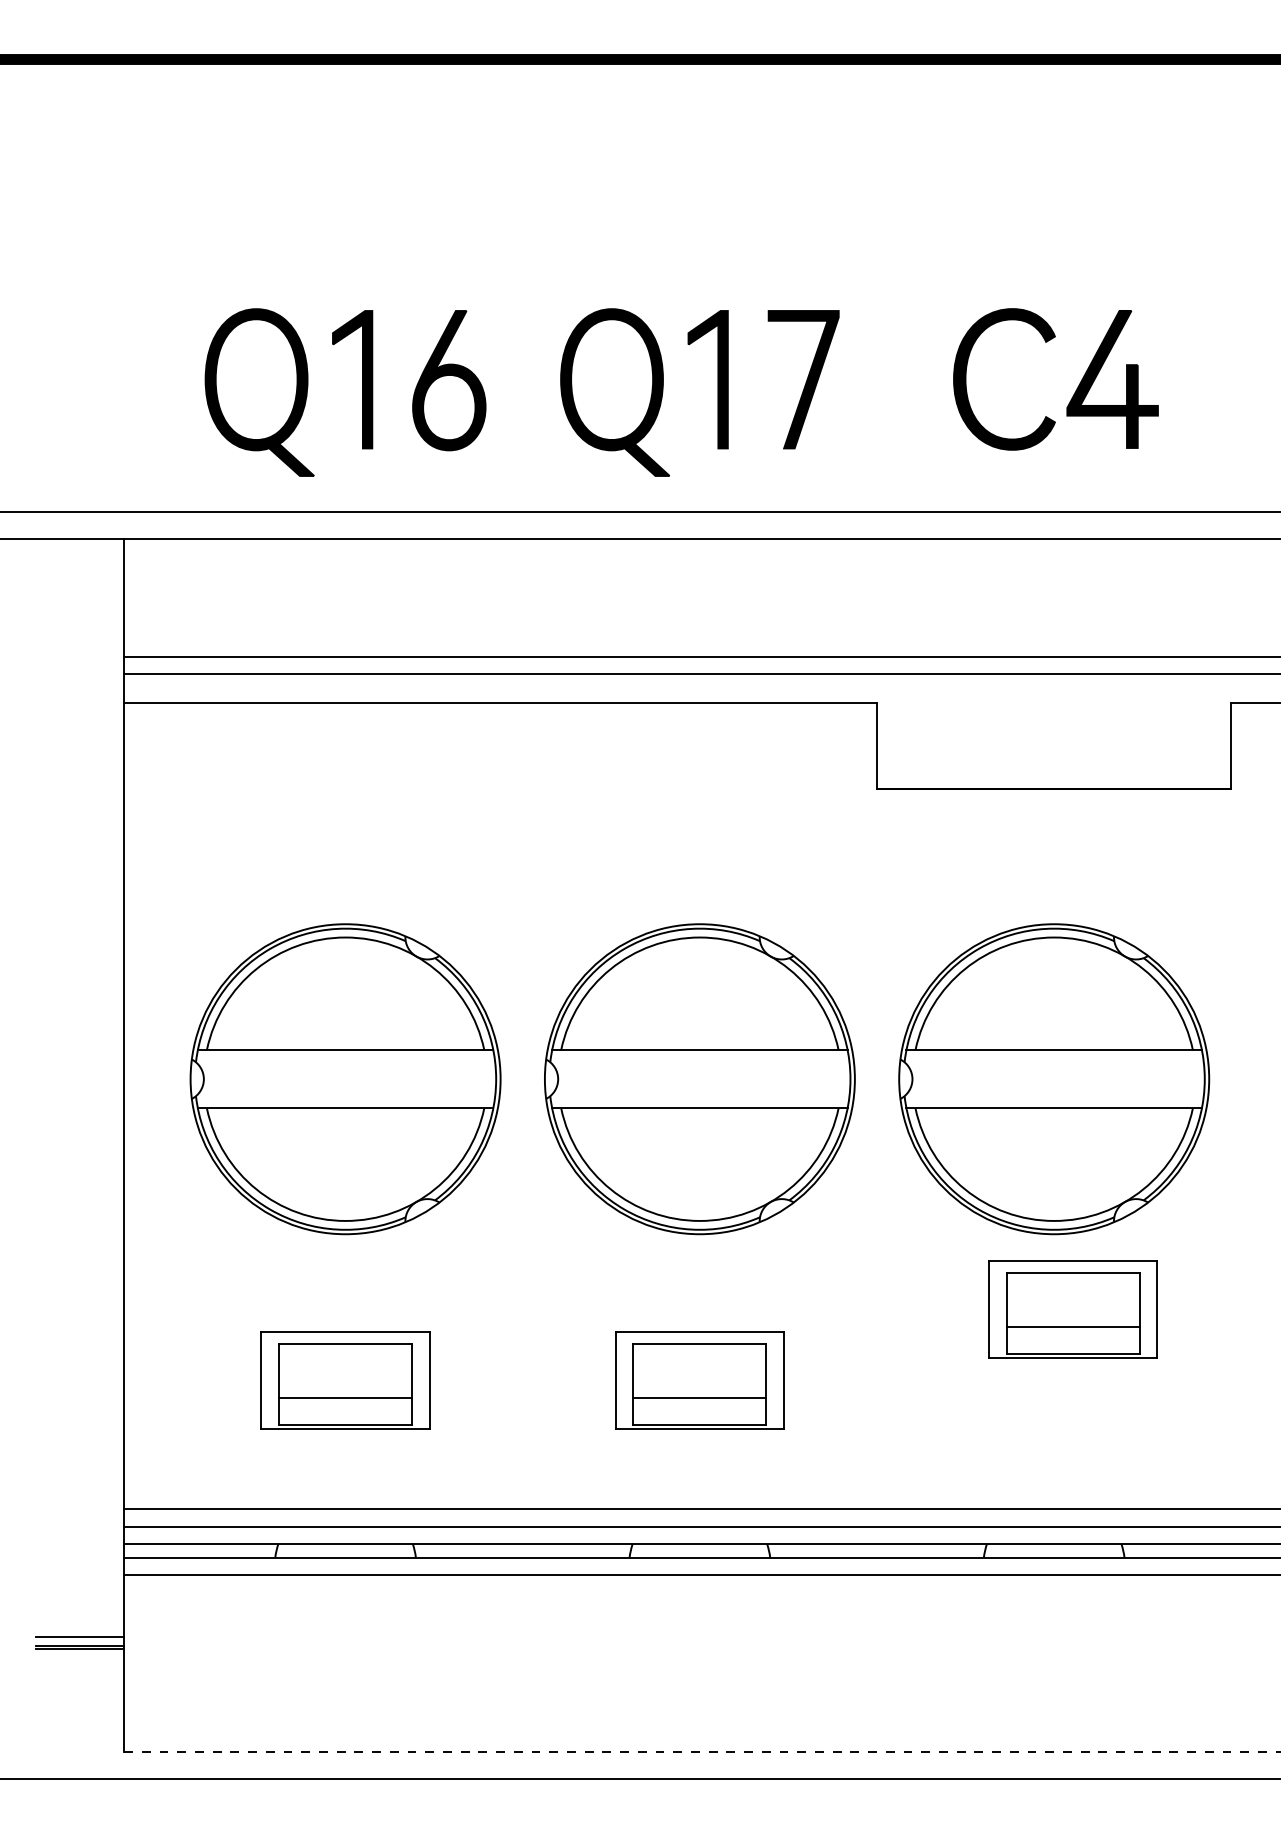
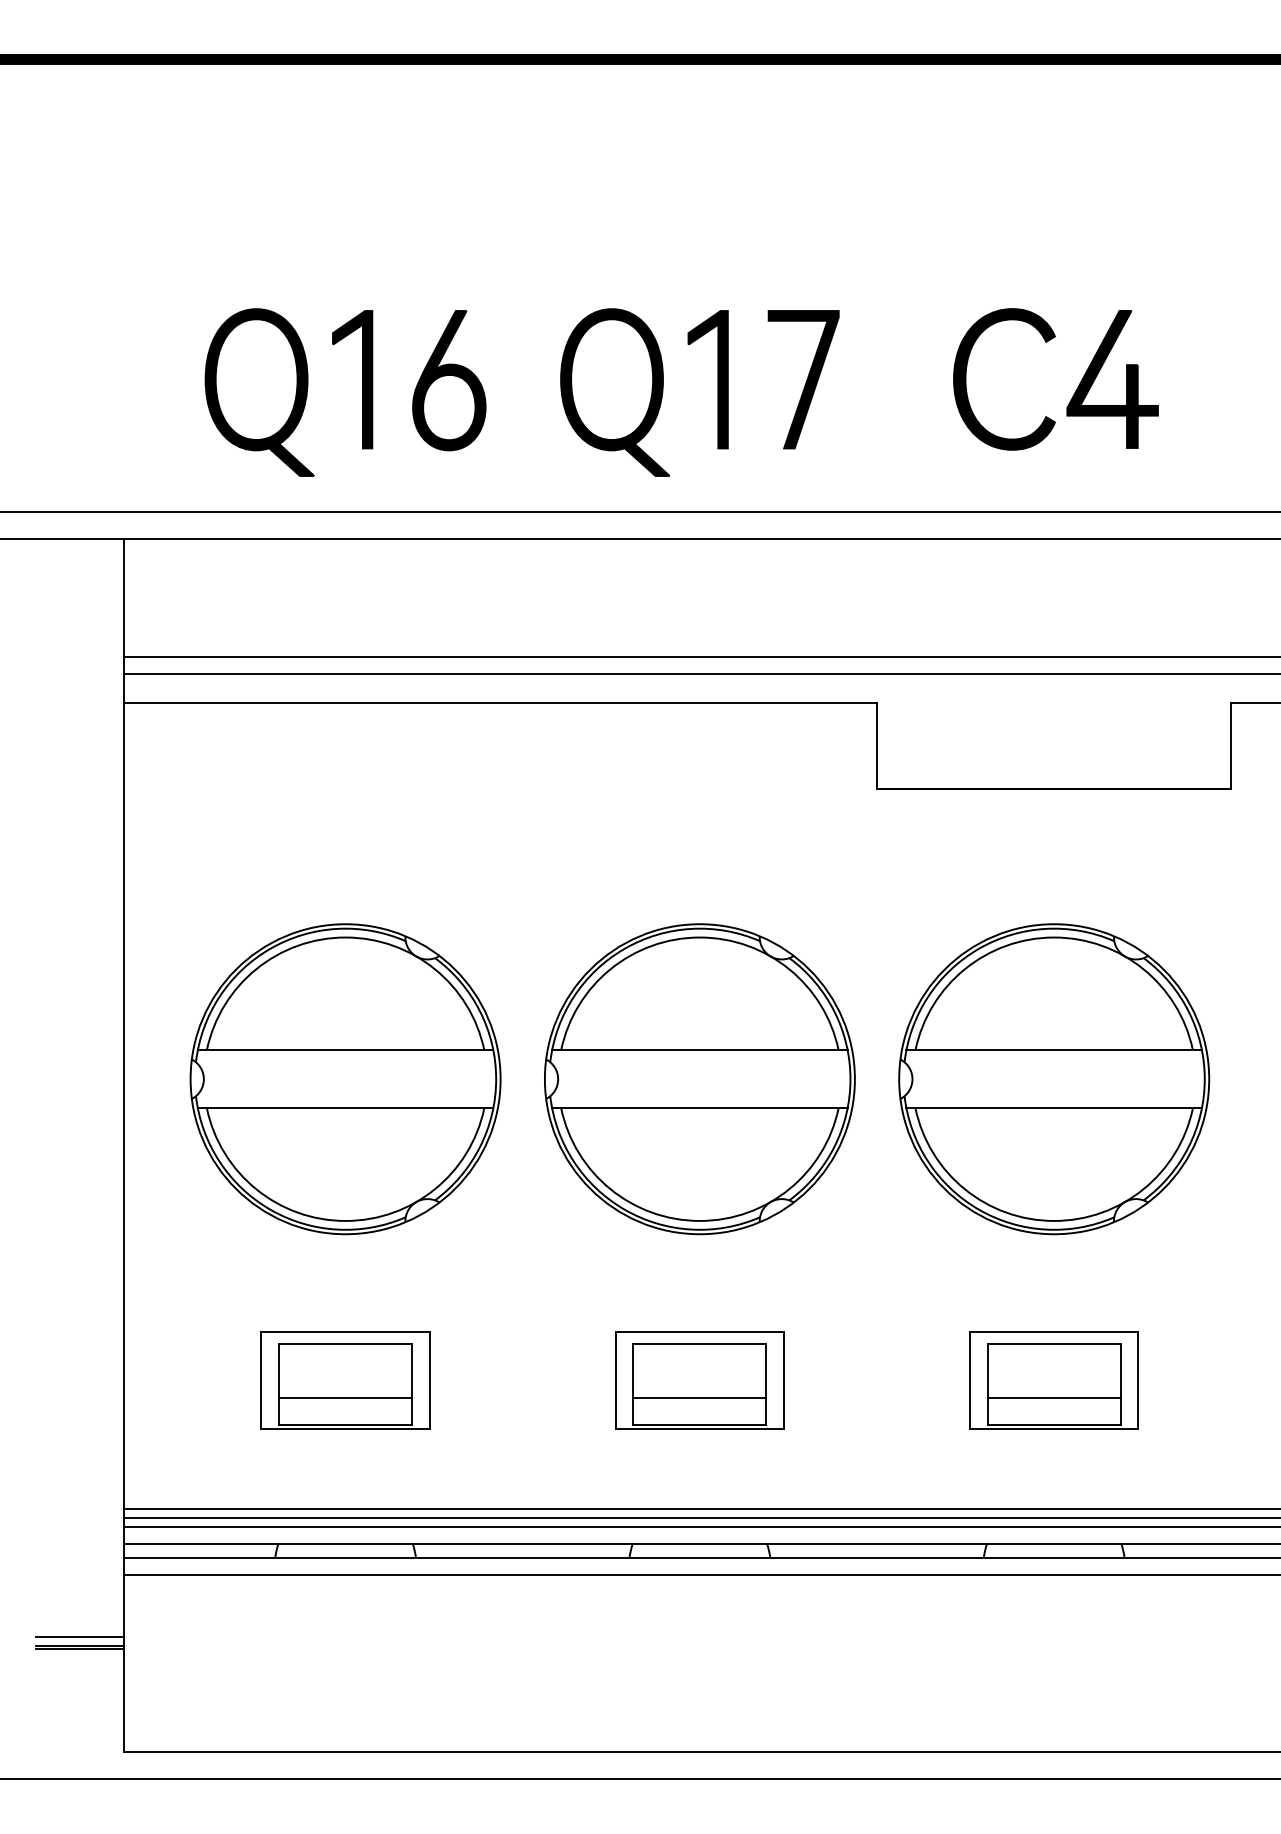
part at (1072, 1309) position: (1072, 1309) -> (1053, 1380)
line at (700, 1517): none -> present
line at (703, 1752): dashed -> solid
